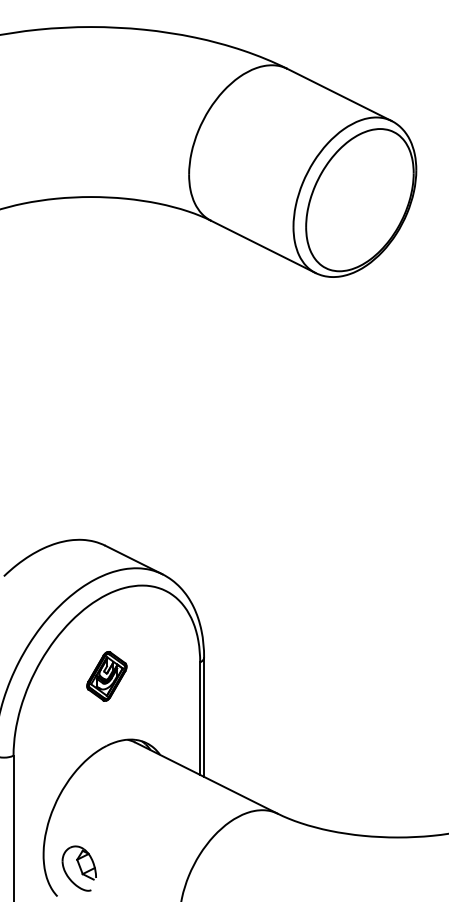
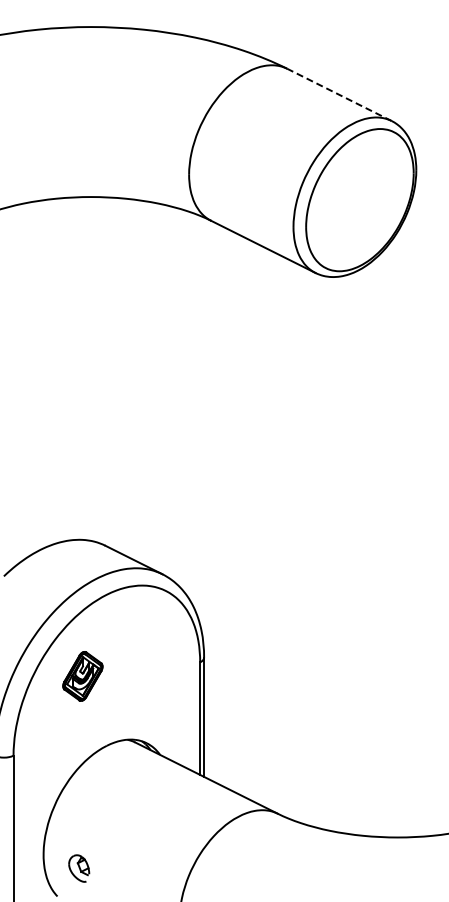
line at (338, 94): solid -> dashed
part at (106, 676) position: (106, 676) -> (82, 676)
part at (78, 868) size: 36x47 px -> 23x29 px
